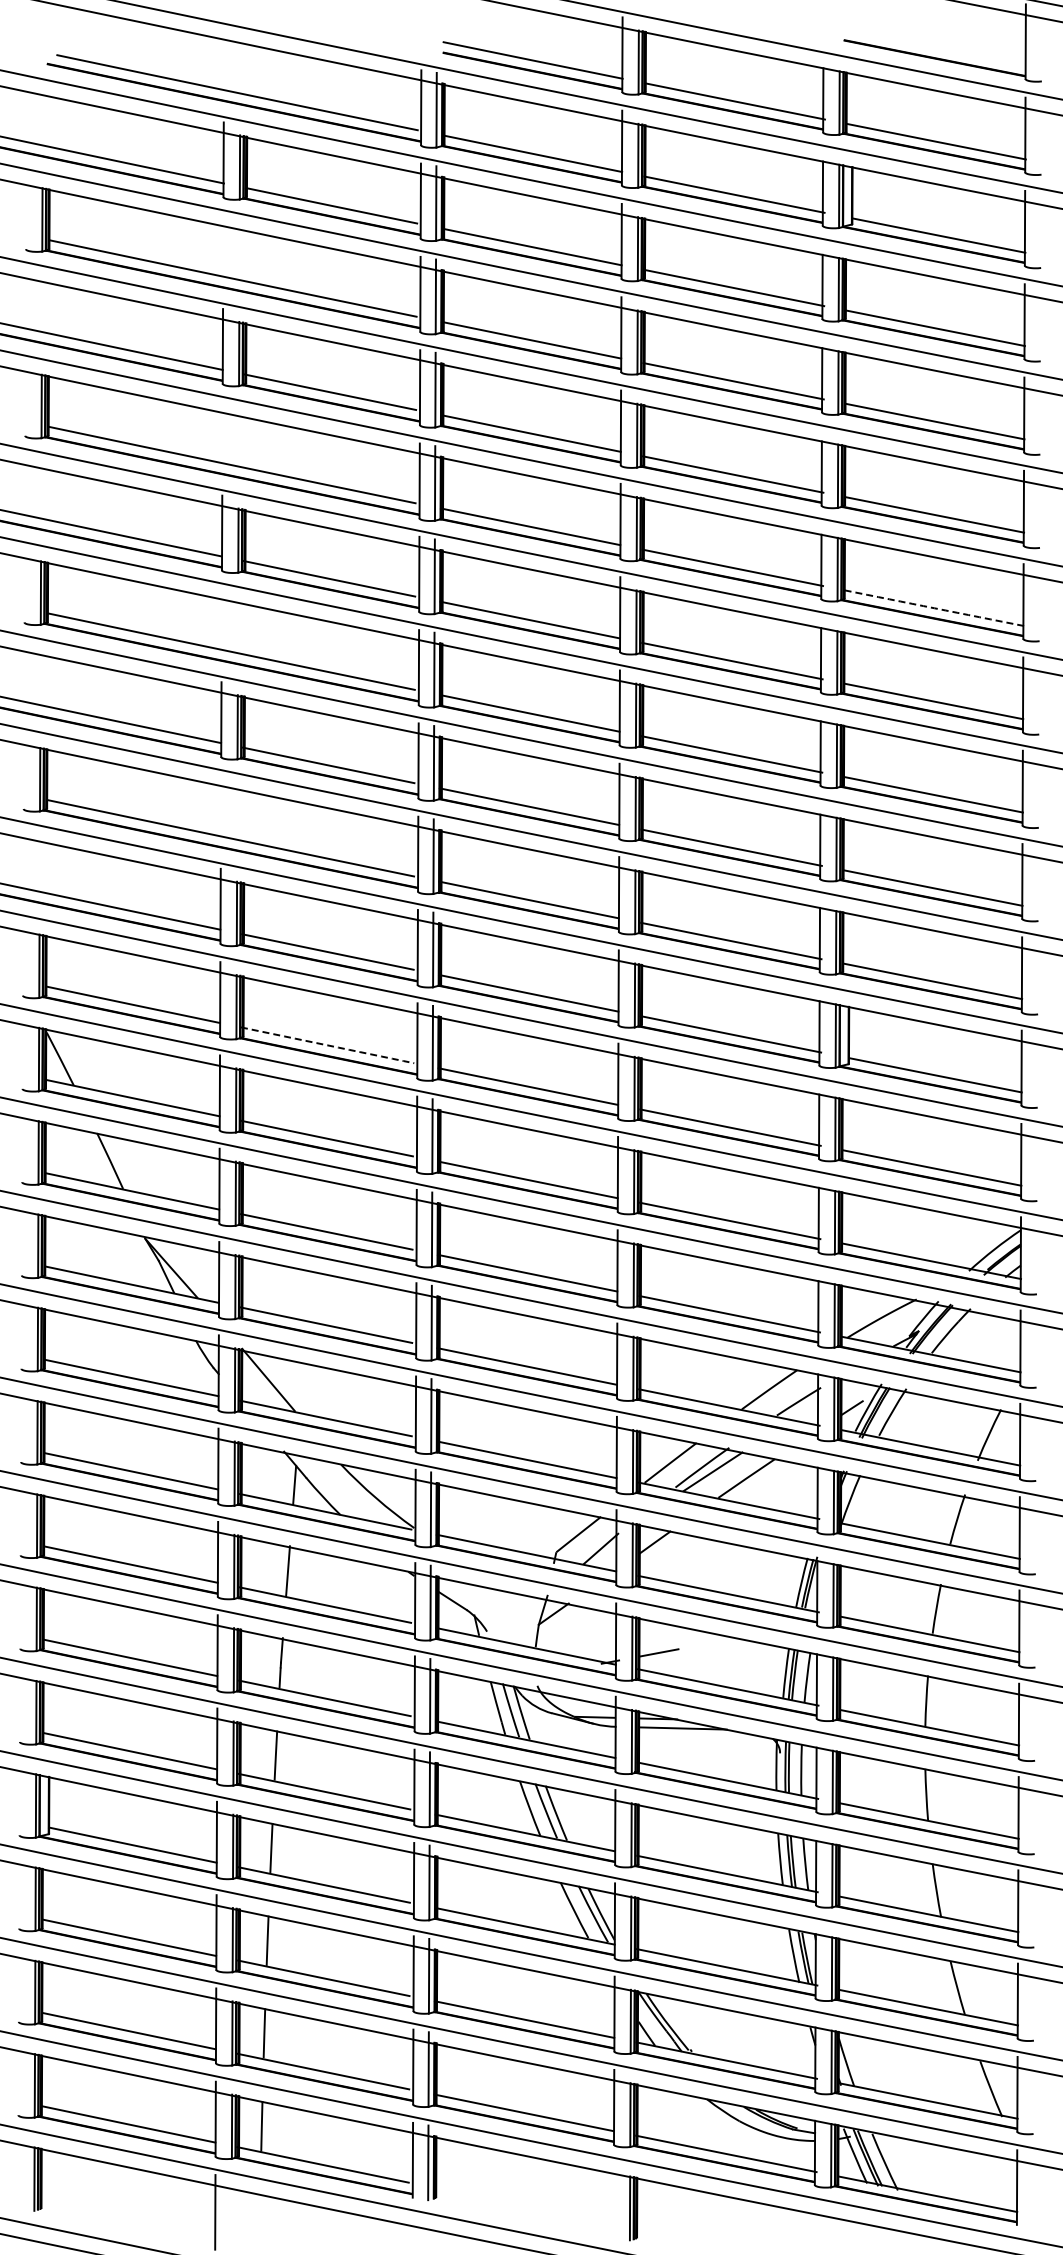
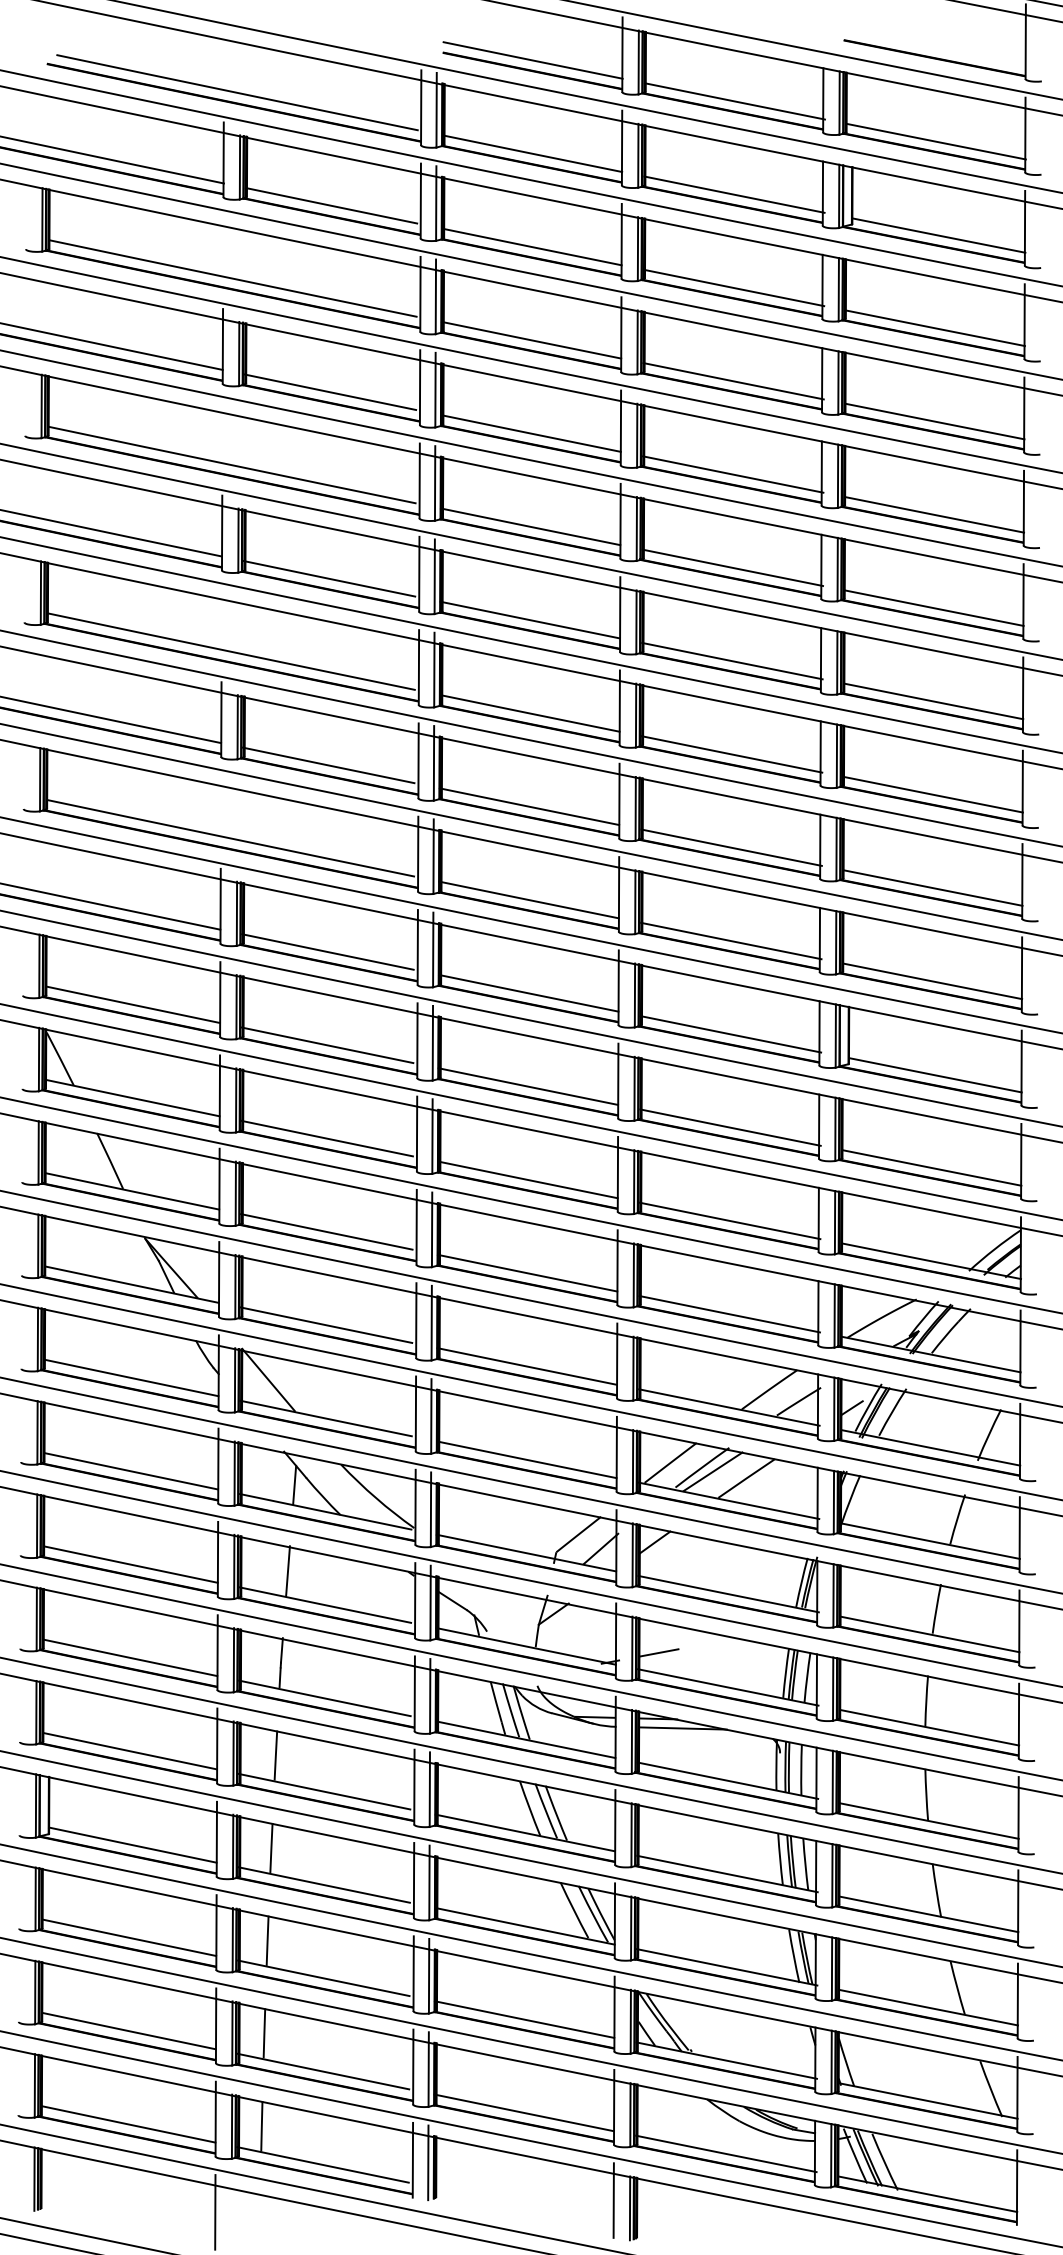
arc at (934, 608): dashed -> solid
arc at (327, 1045): dashed -> solid
line at (613, 2200): none -> present
